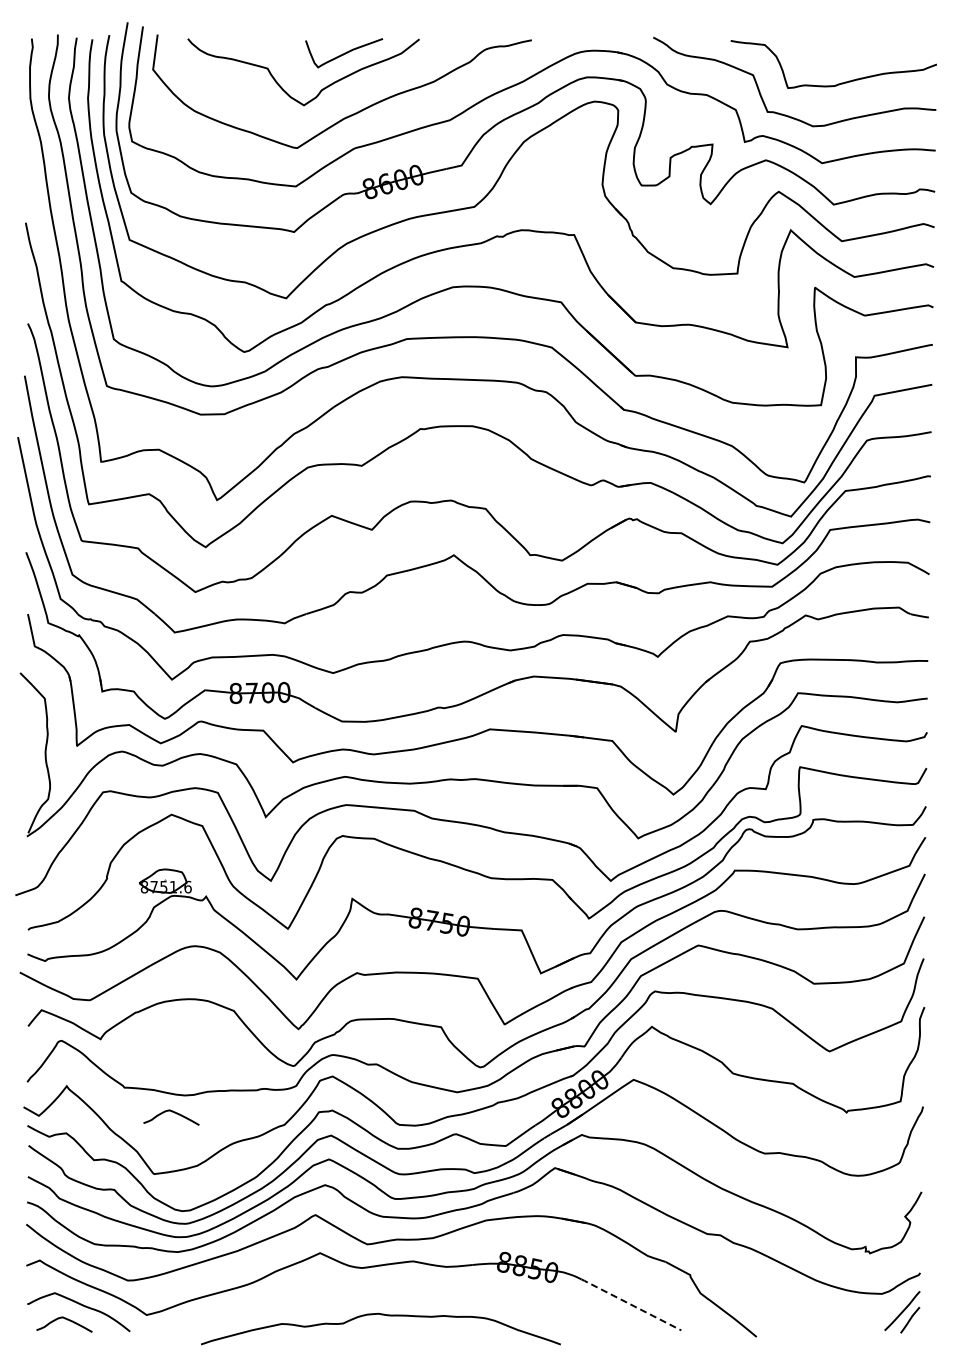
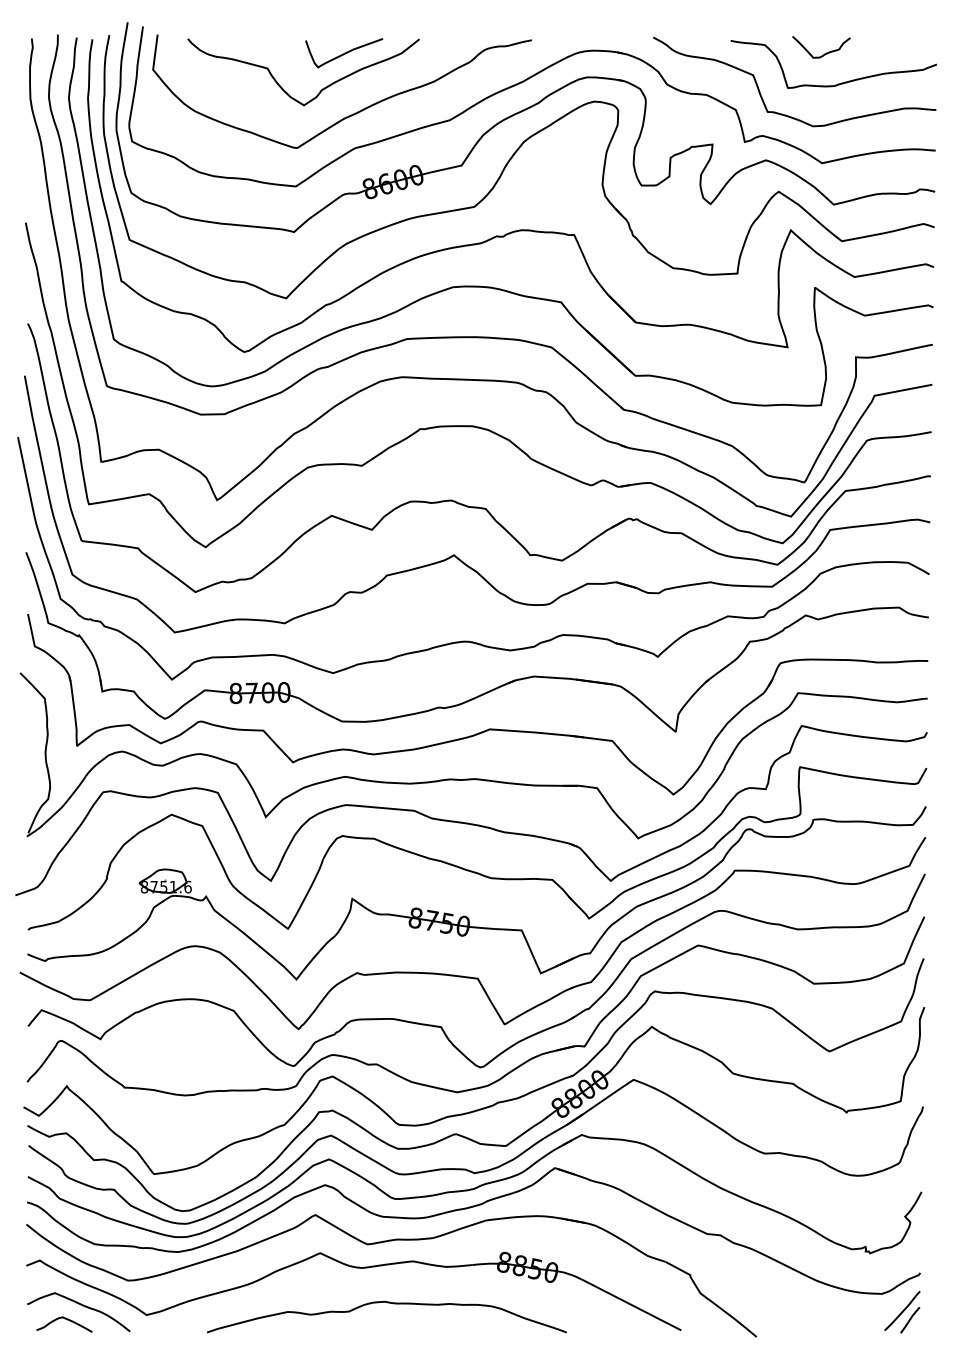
curve at (824, 53): none -> present
curve at (171, 1112): present -> none
line at (630, 1304): dashed -> solid
curve at (381, 1315) position: (381, 1315) -> (387, 1303)
